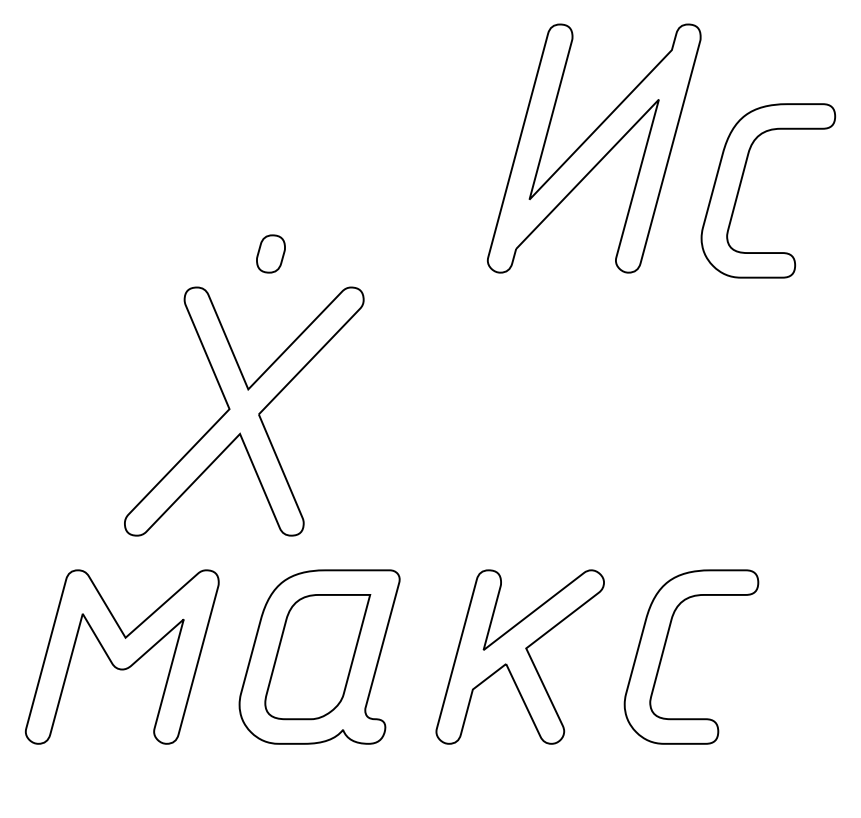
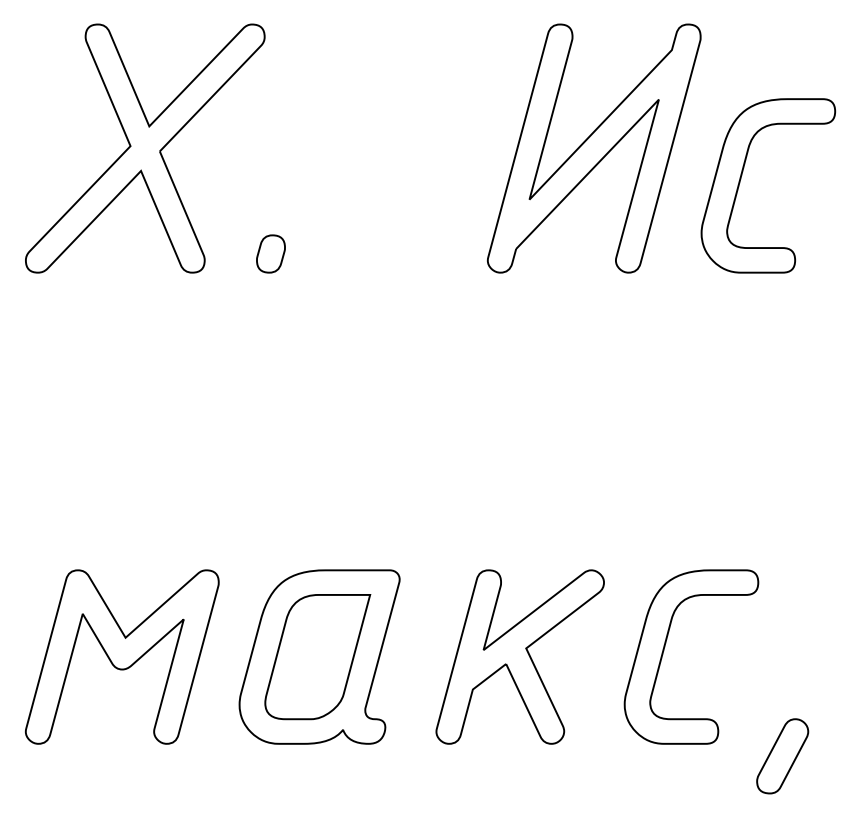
part at (741, 184) position: (741, 184) -> (741, 179)
part at (244, 411) position: (244, 411) -> (145, 148)
part at (782, 756): none -> present
